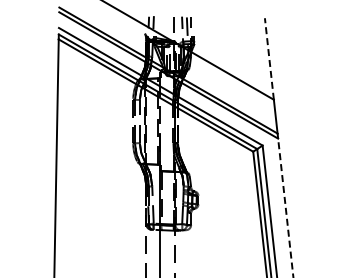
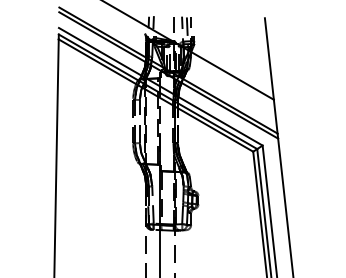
line at (269, 58): dashed -> solid
line at (285, 208): dashed -> solid
